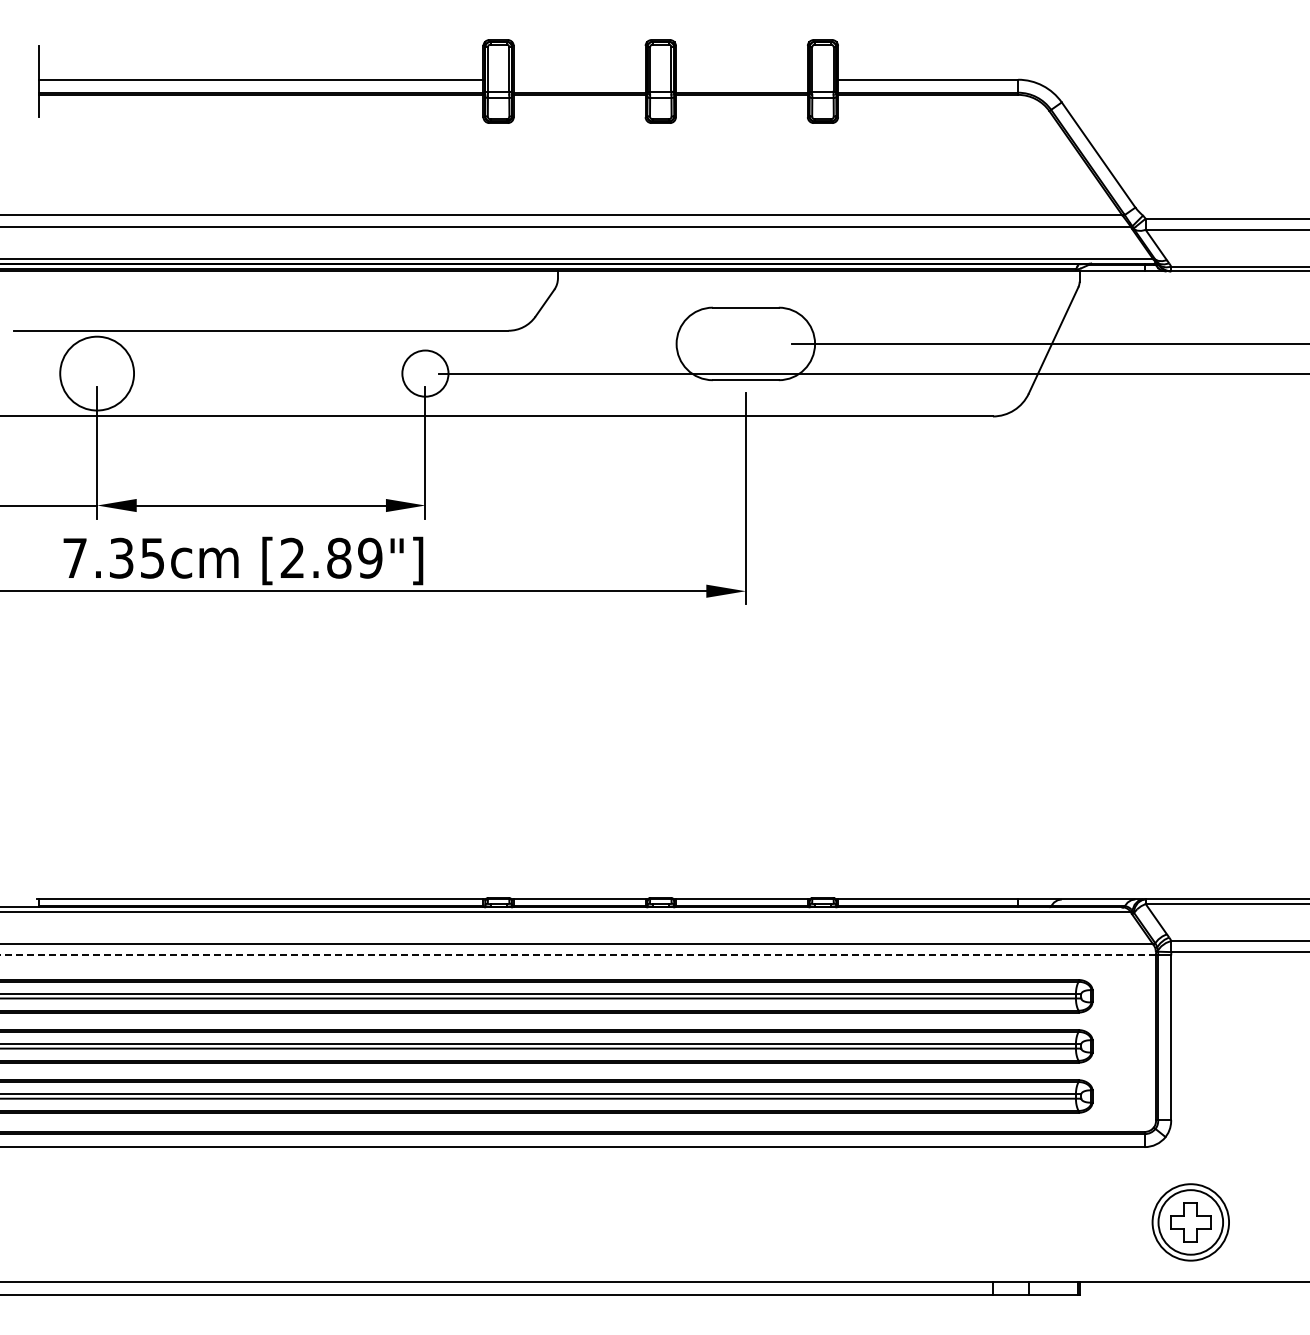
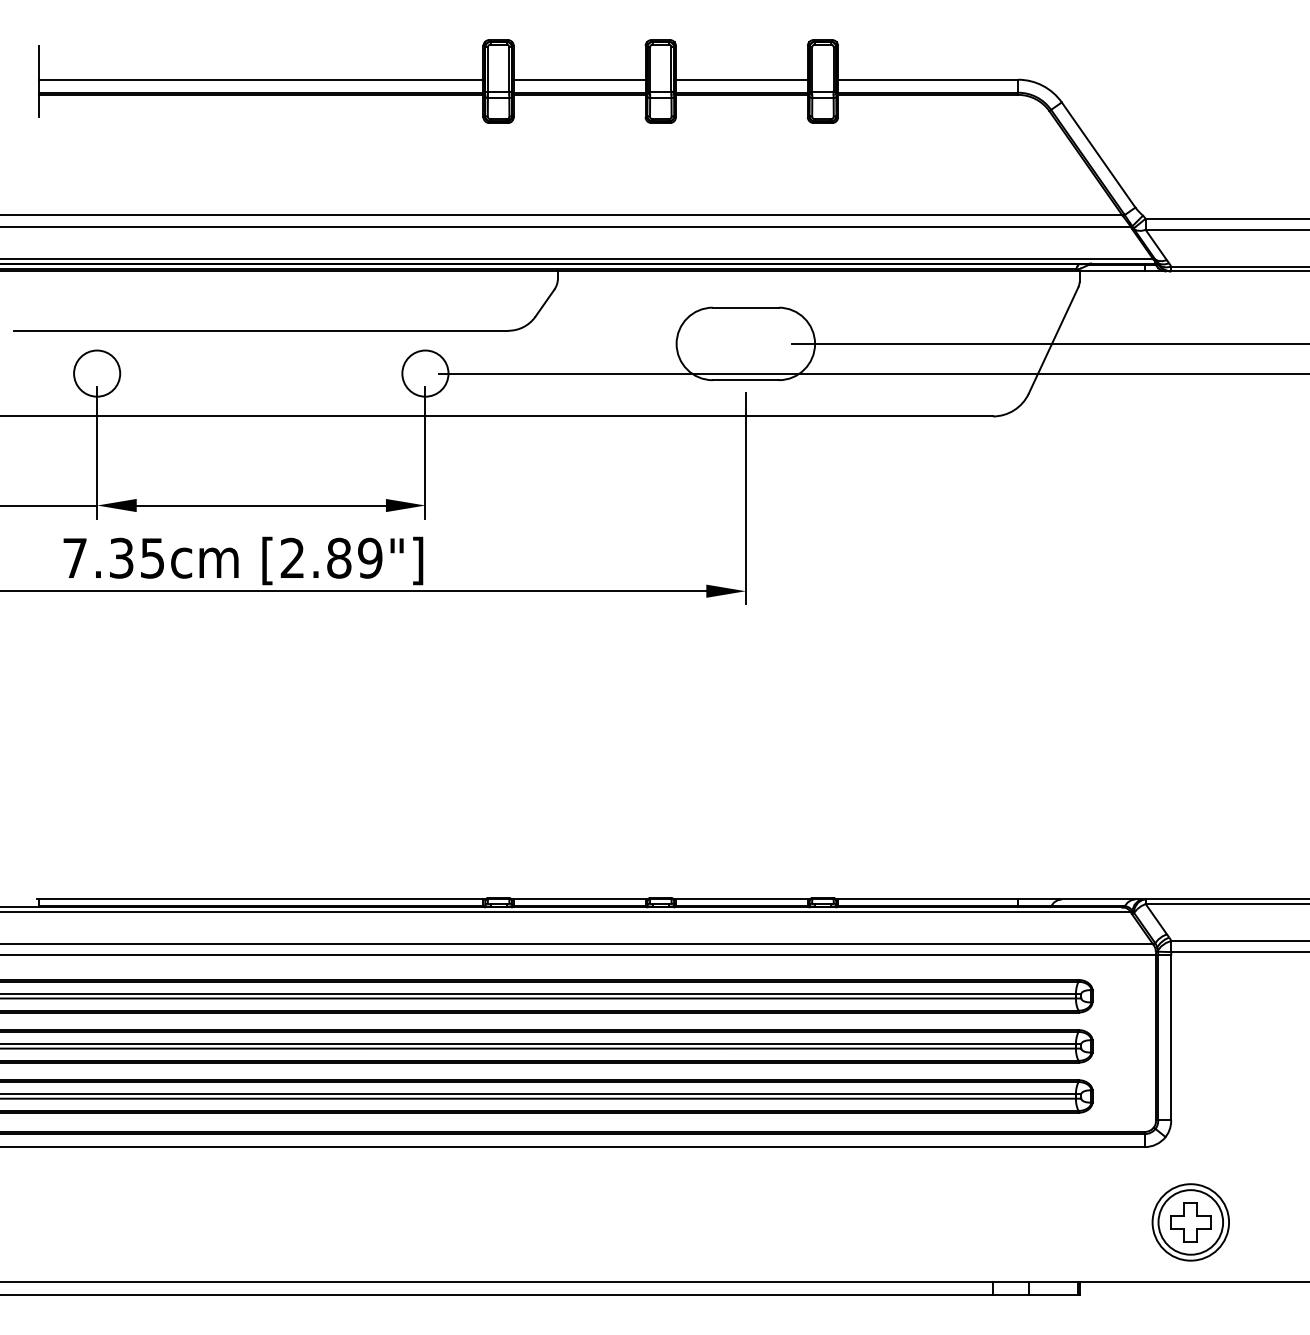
line at (579, 79): none -> present
line at (741, 79): none -> present
circle at (97, 373) diameter: 74 px -> 46 px
line at (578, 955): dashed -> solid
